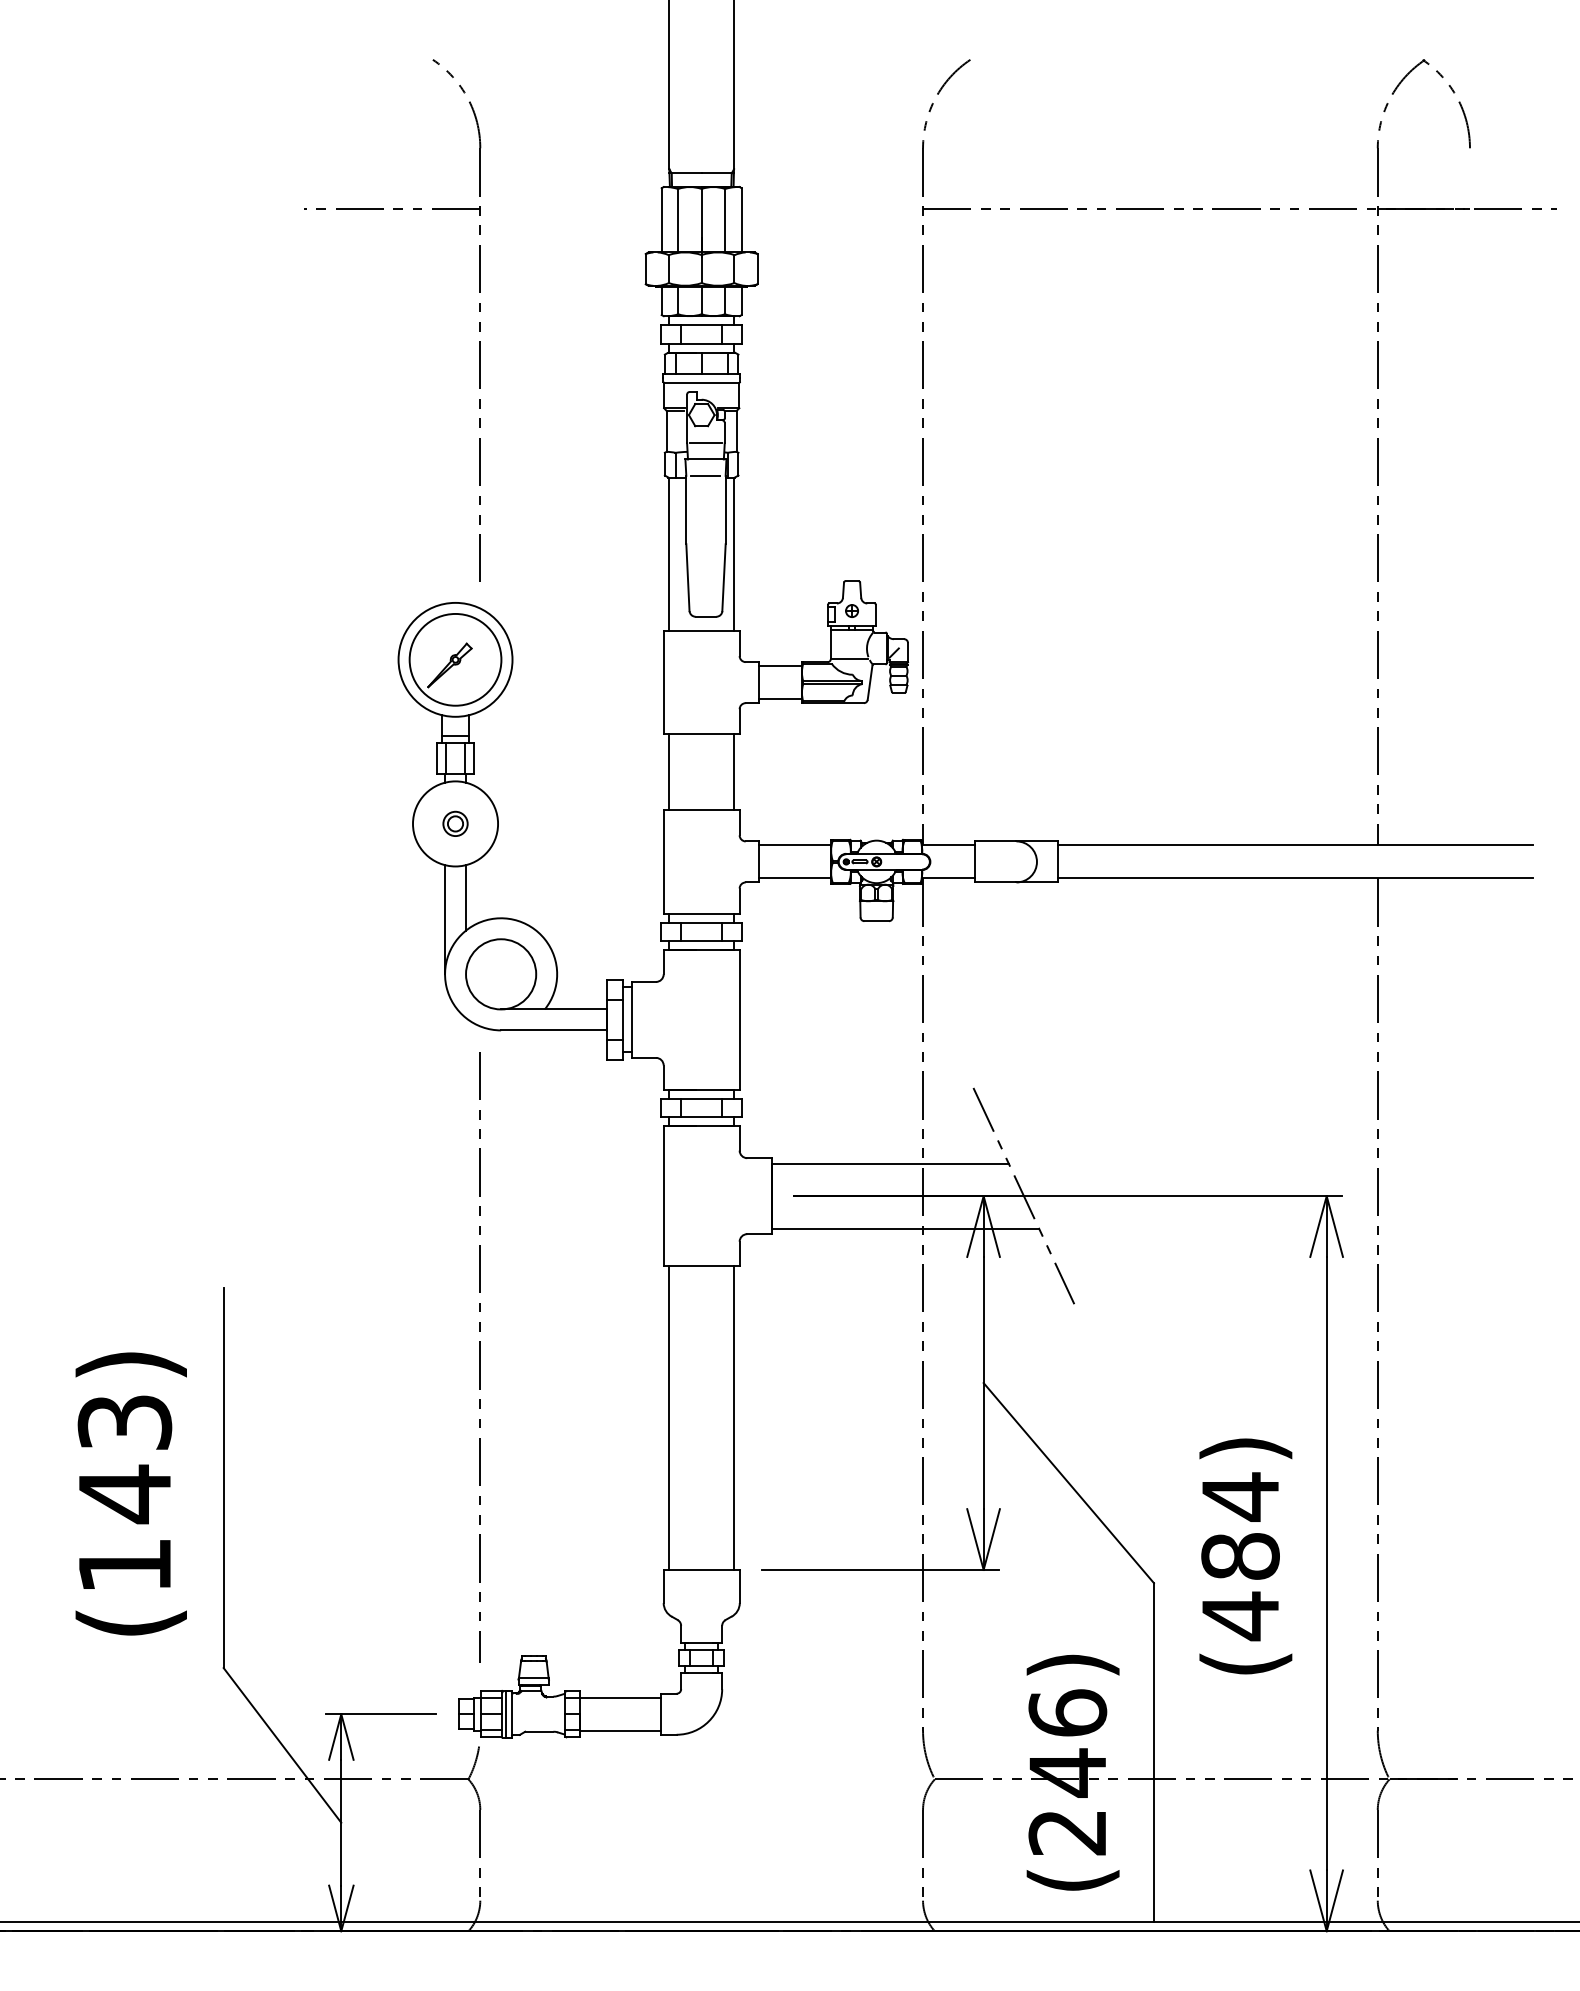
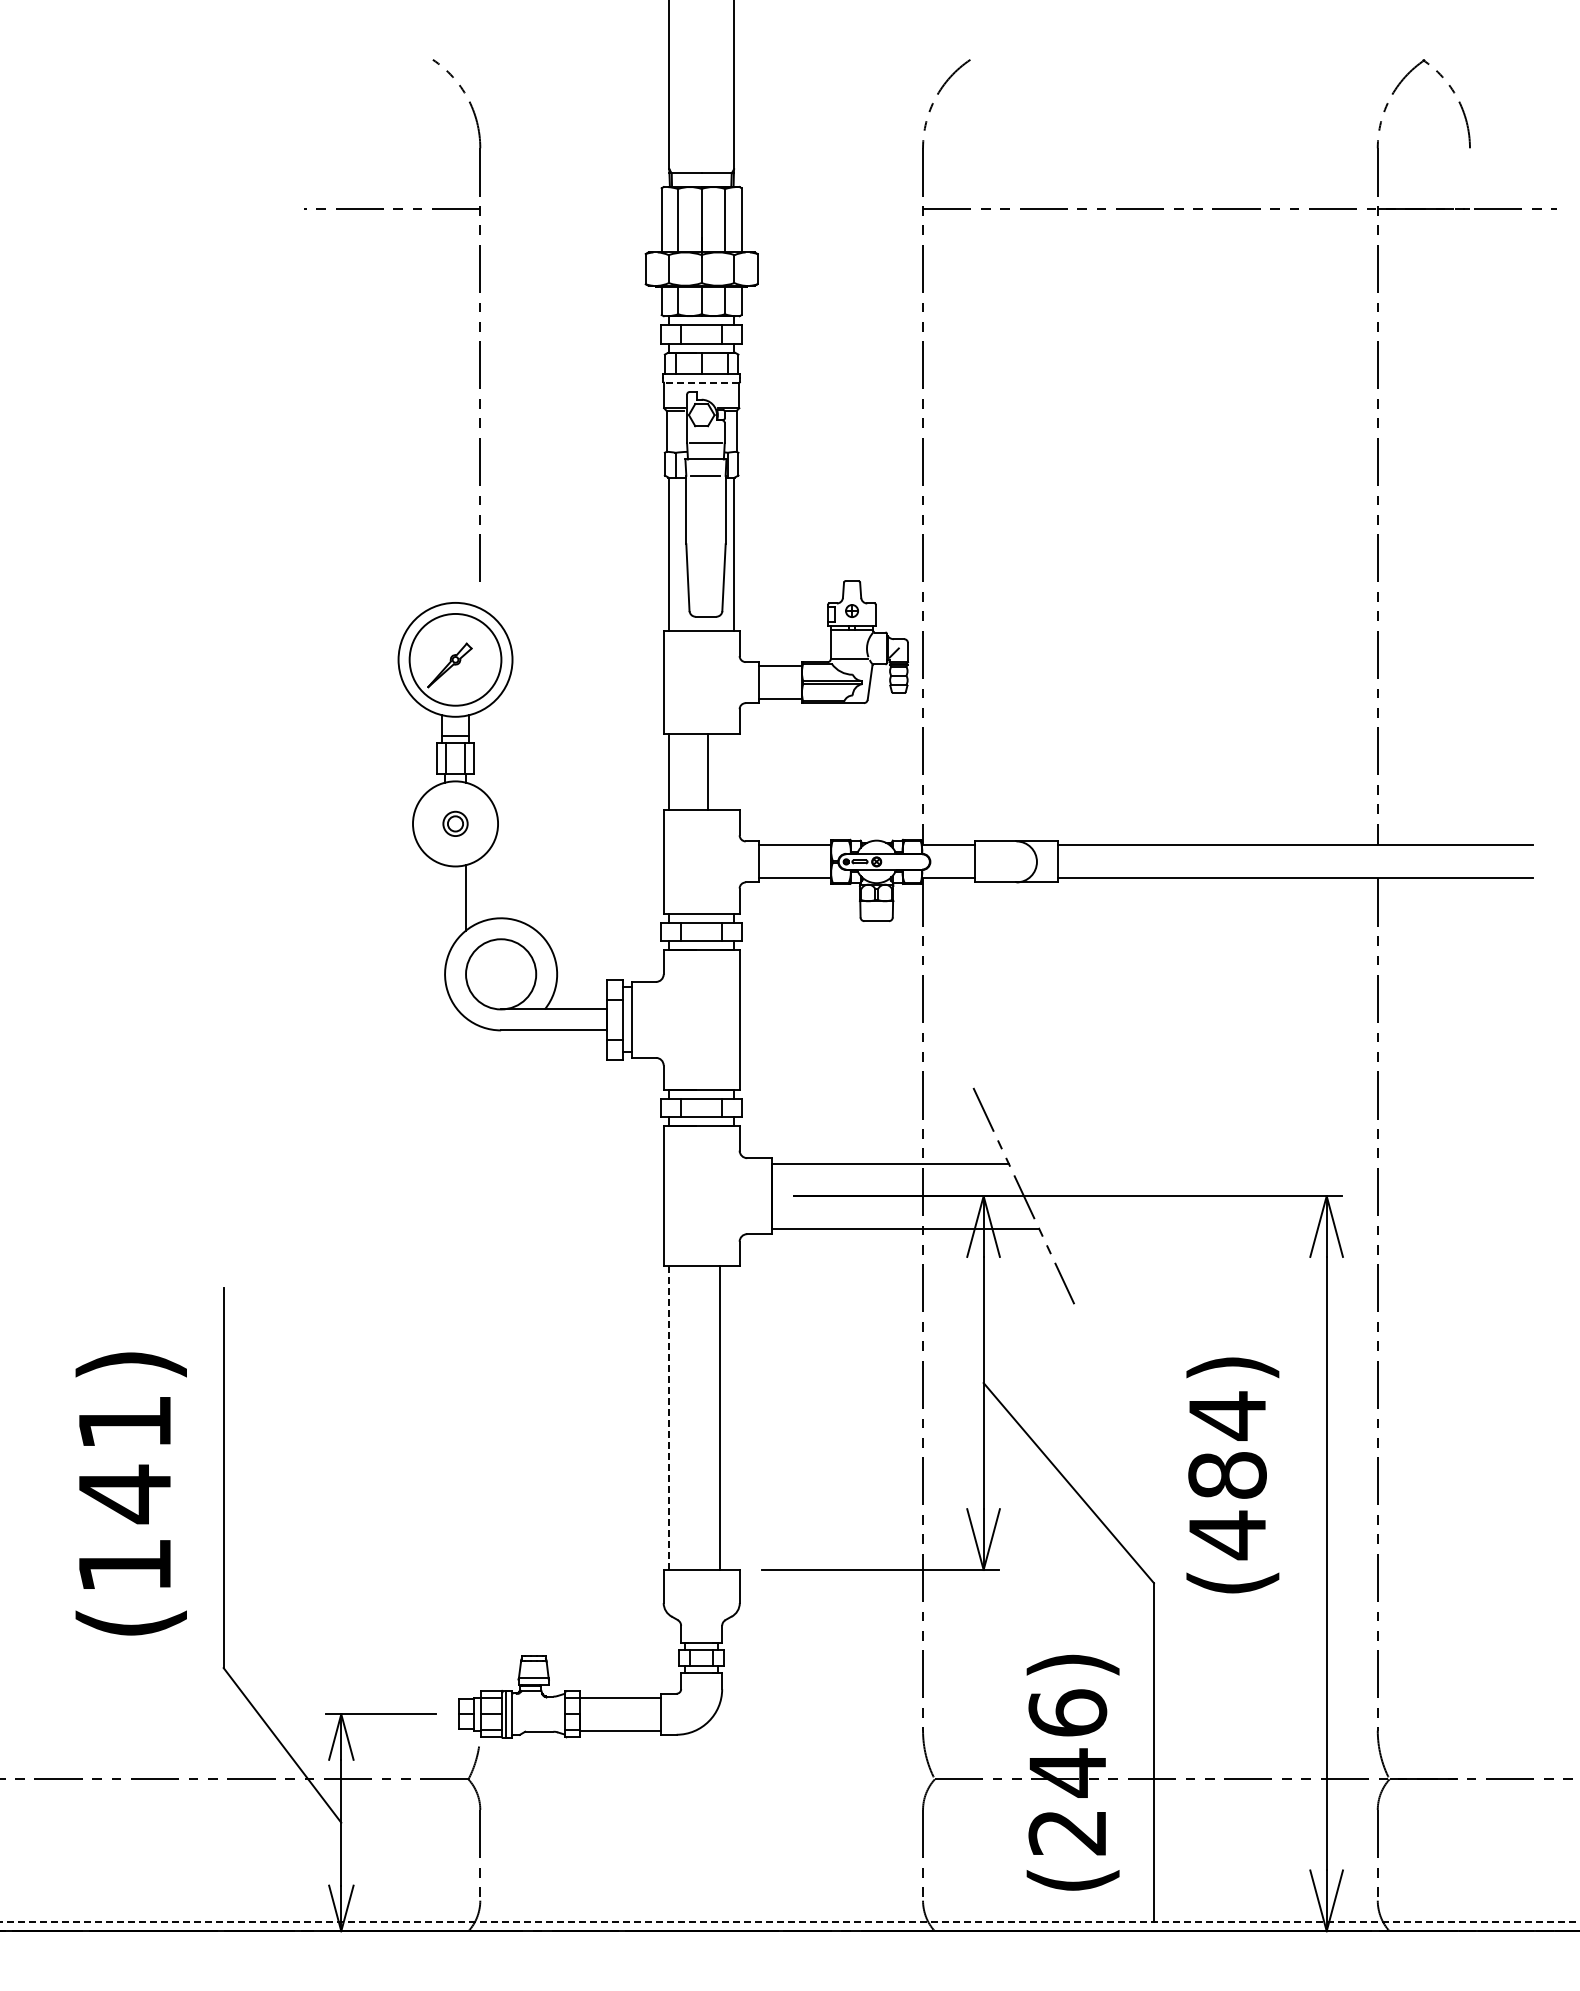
line at (701, 382): solid -> dashed
line at (734, 772) position: (734, 772) -> (708, 772)
line at (445, 919): present -> none
line at (479, 1357): present -> none
line at (669, 1417): solid -> dashed
line at (734, 1417) position: (734, 1417) -> (720, 1417)
text at (124, 1422): (143) -> (141)
text at (1245, 1556) position: (1245, 1556) -> (1232, 1475)
line at (790, 1922): solid -> dashed
